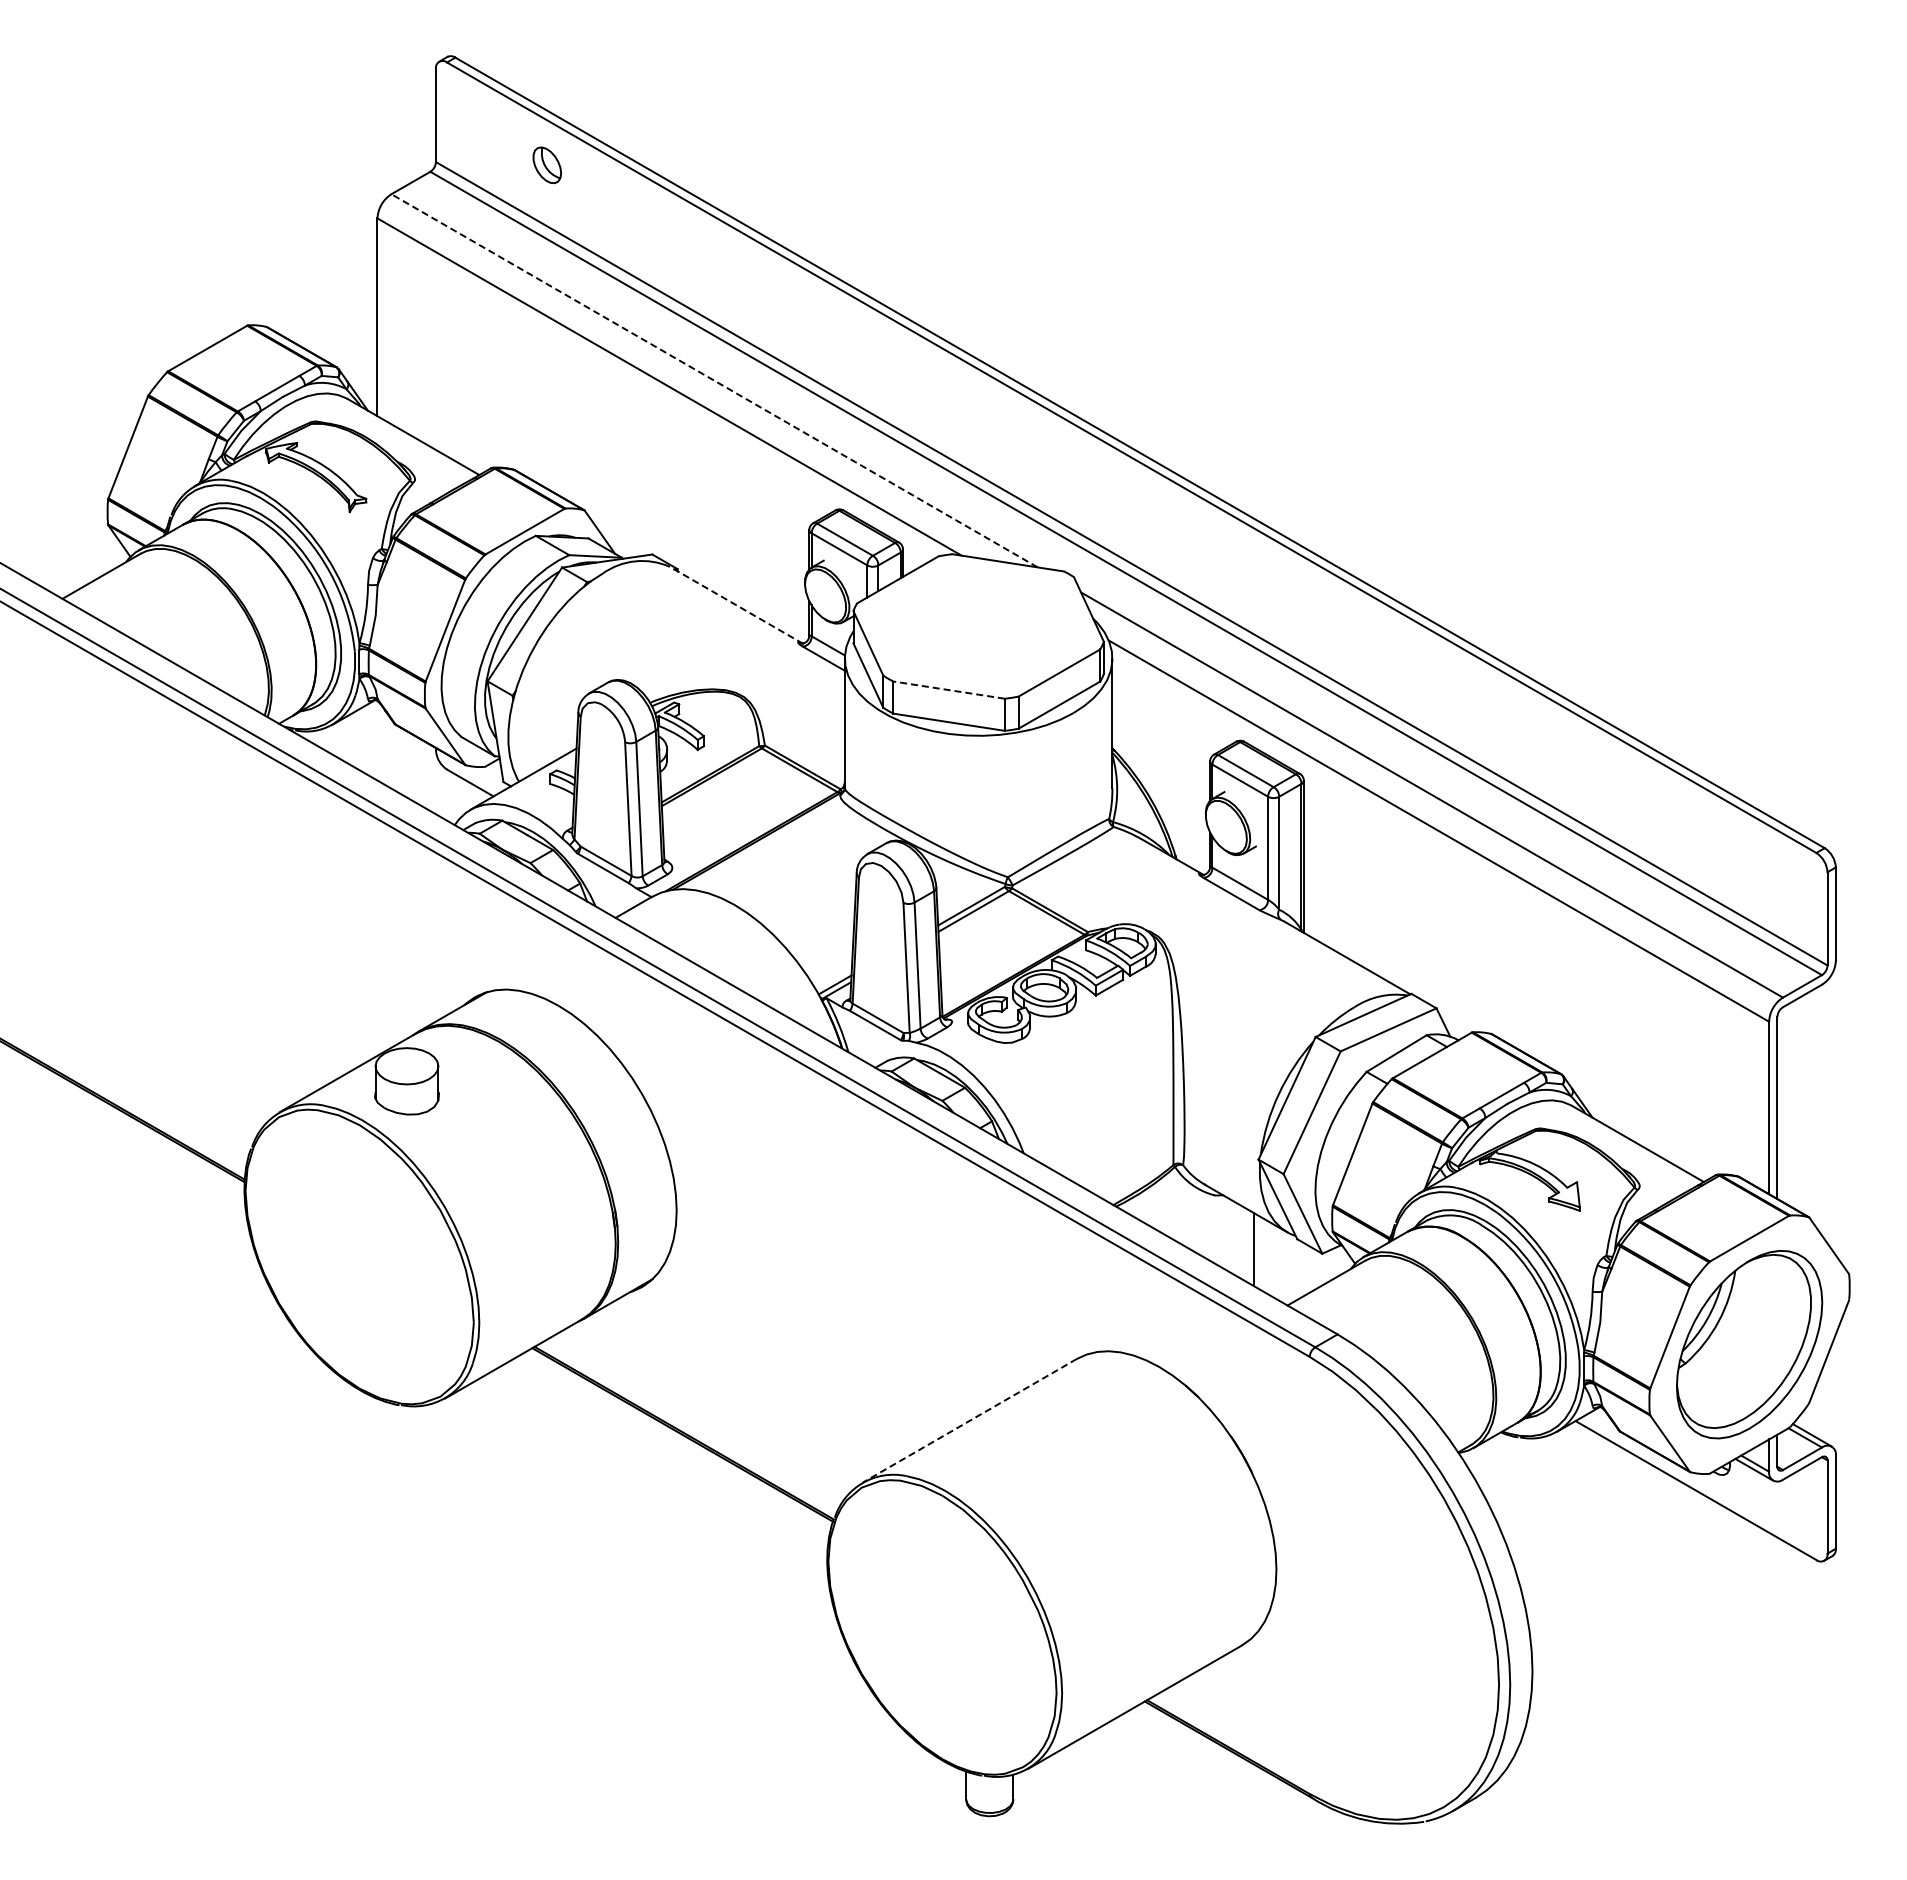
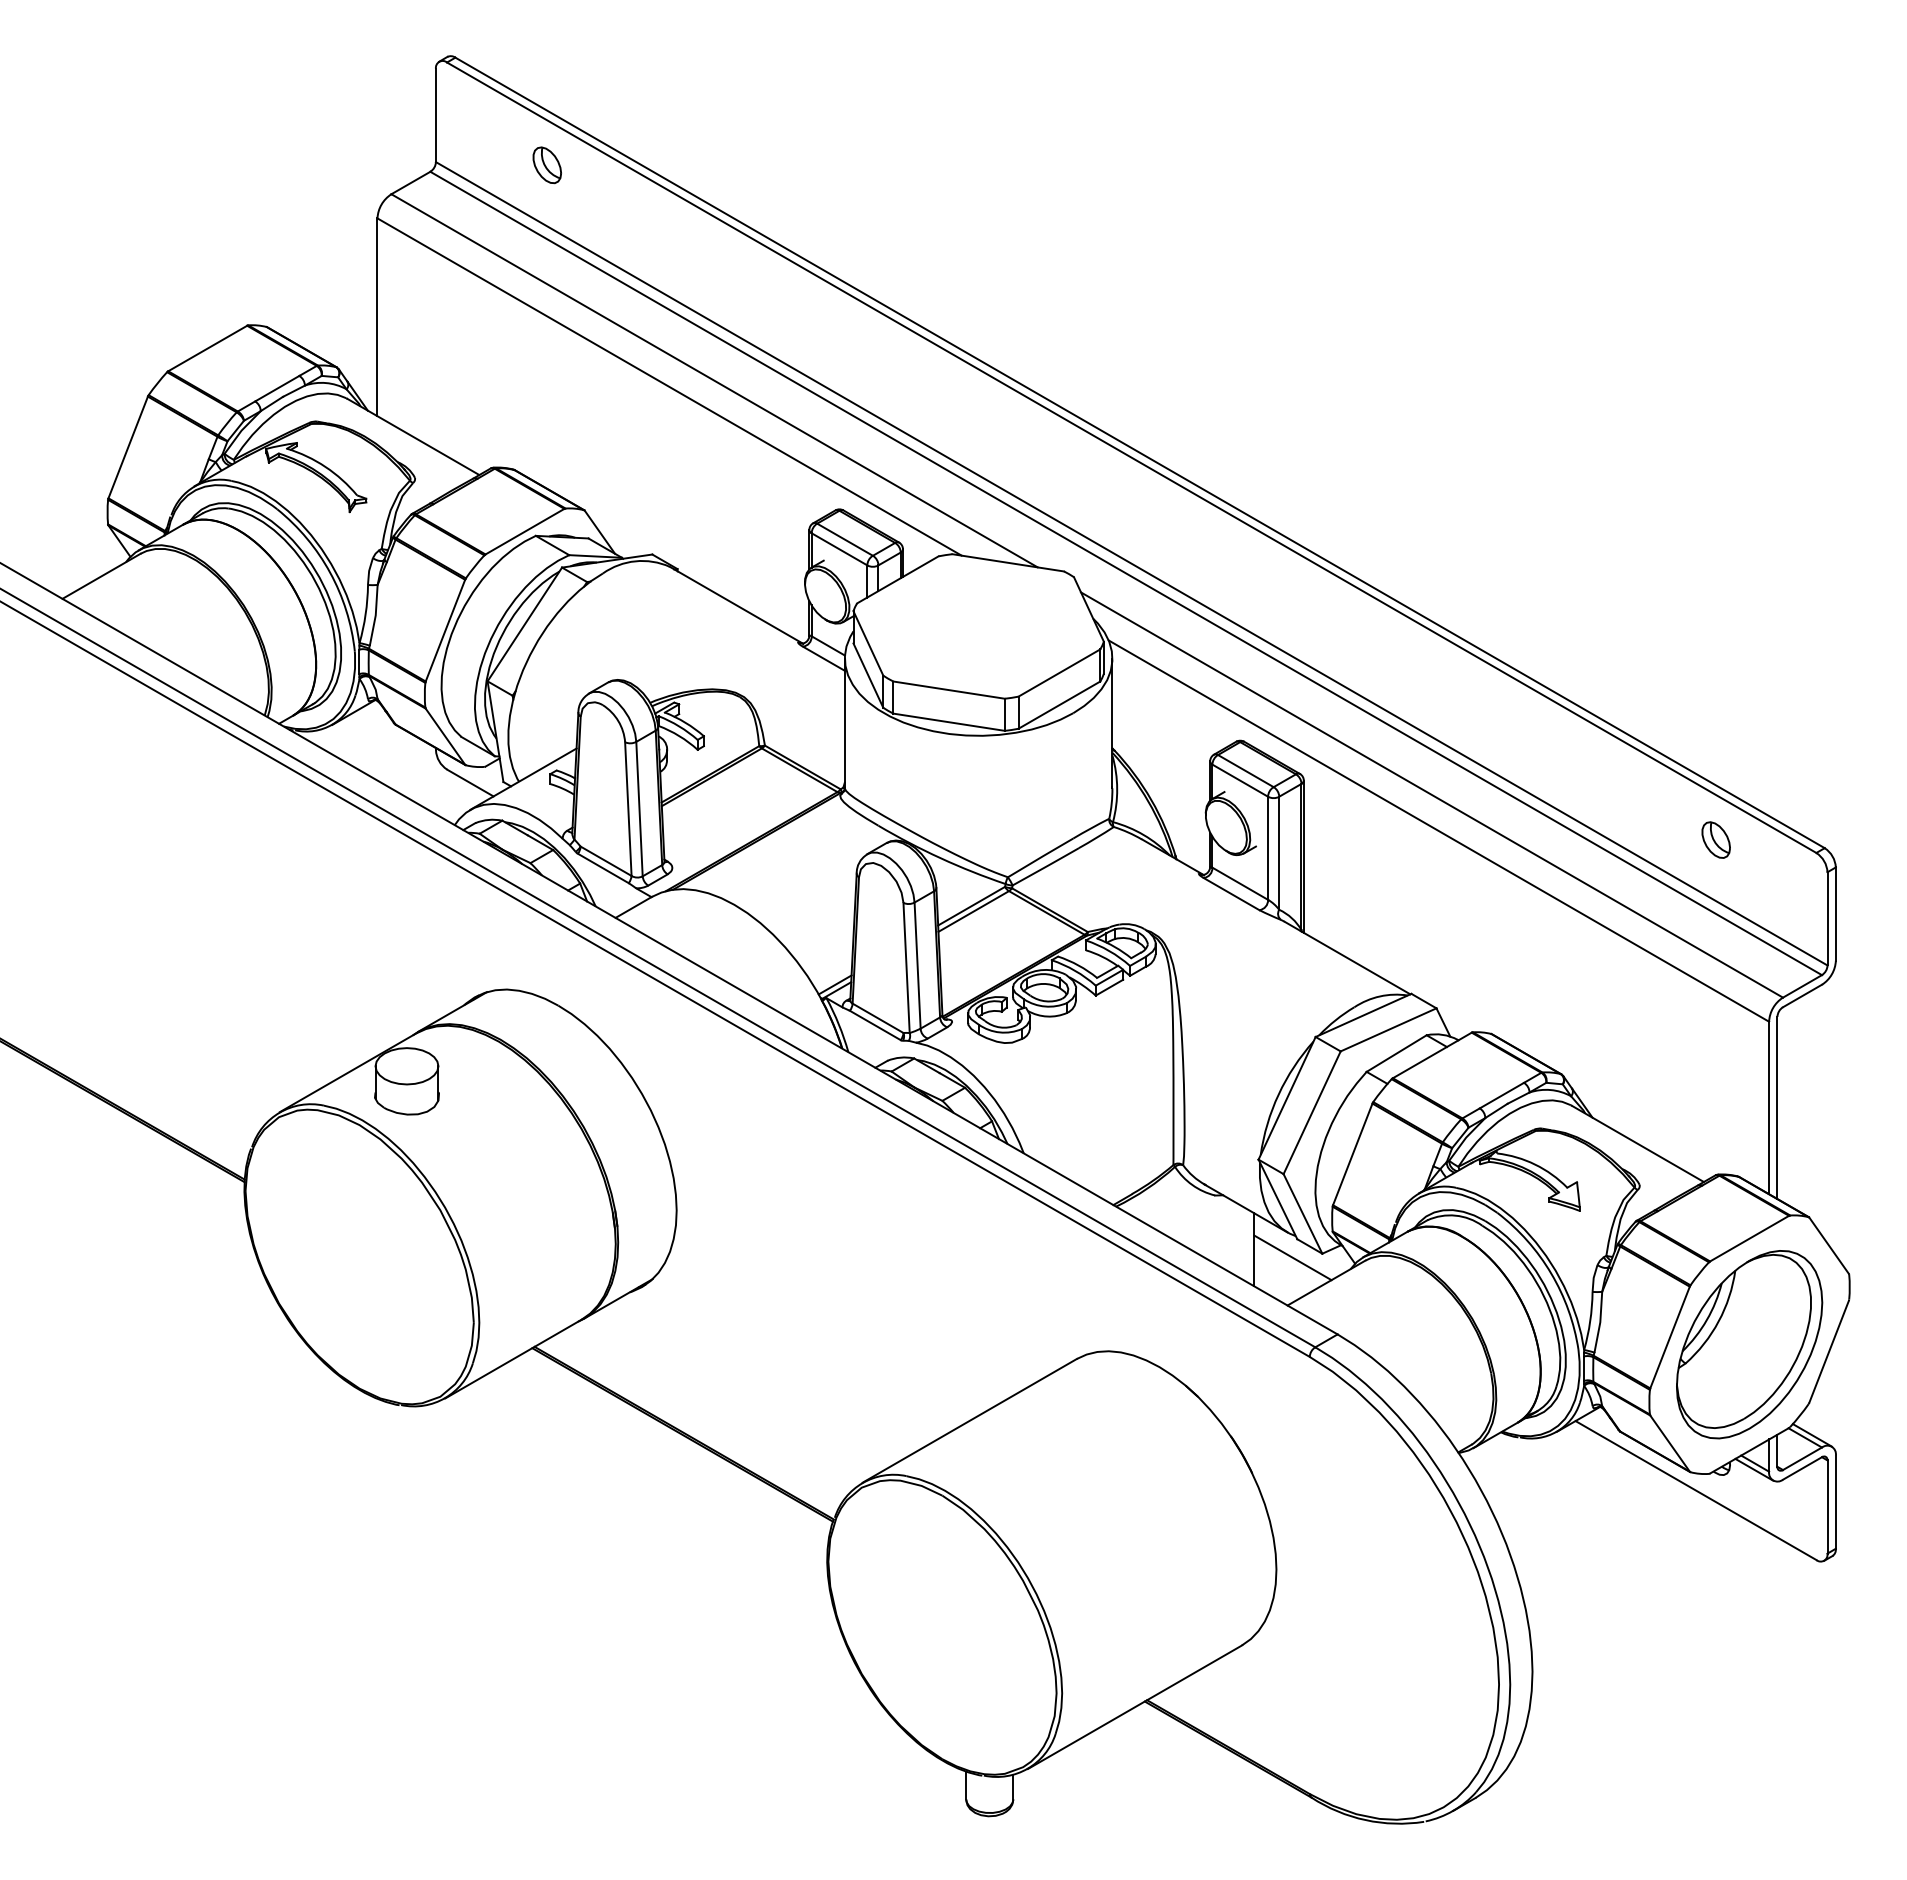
line at (714, 380): dashed -> solid
line at (736, 605): dashed -> solid
line at (948, 690): dashed -> solid
part at (1715, 839): none -> present
line at (1292, 1257): none -> present
line at (969, 1420): dashed -> solid
